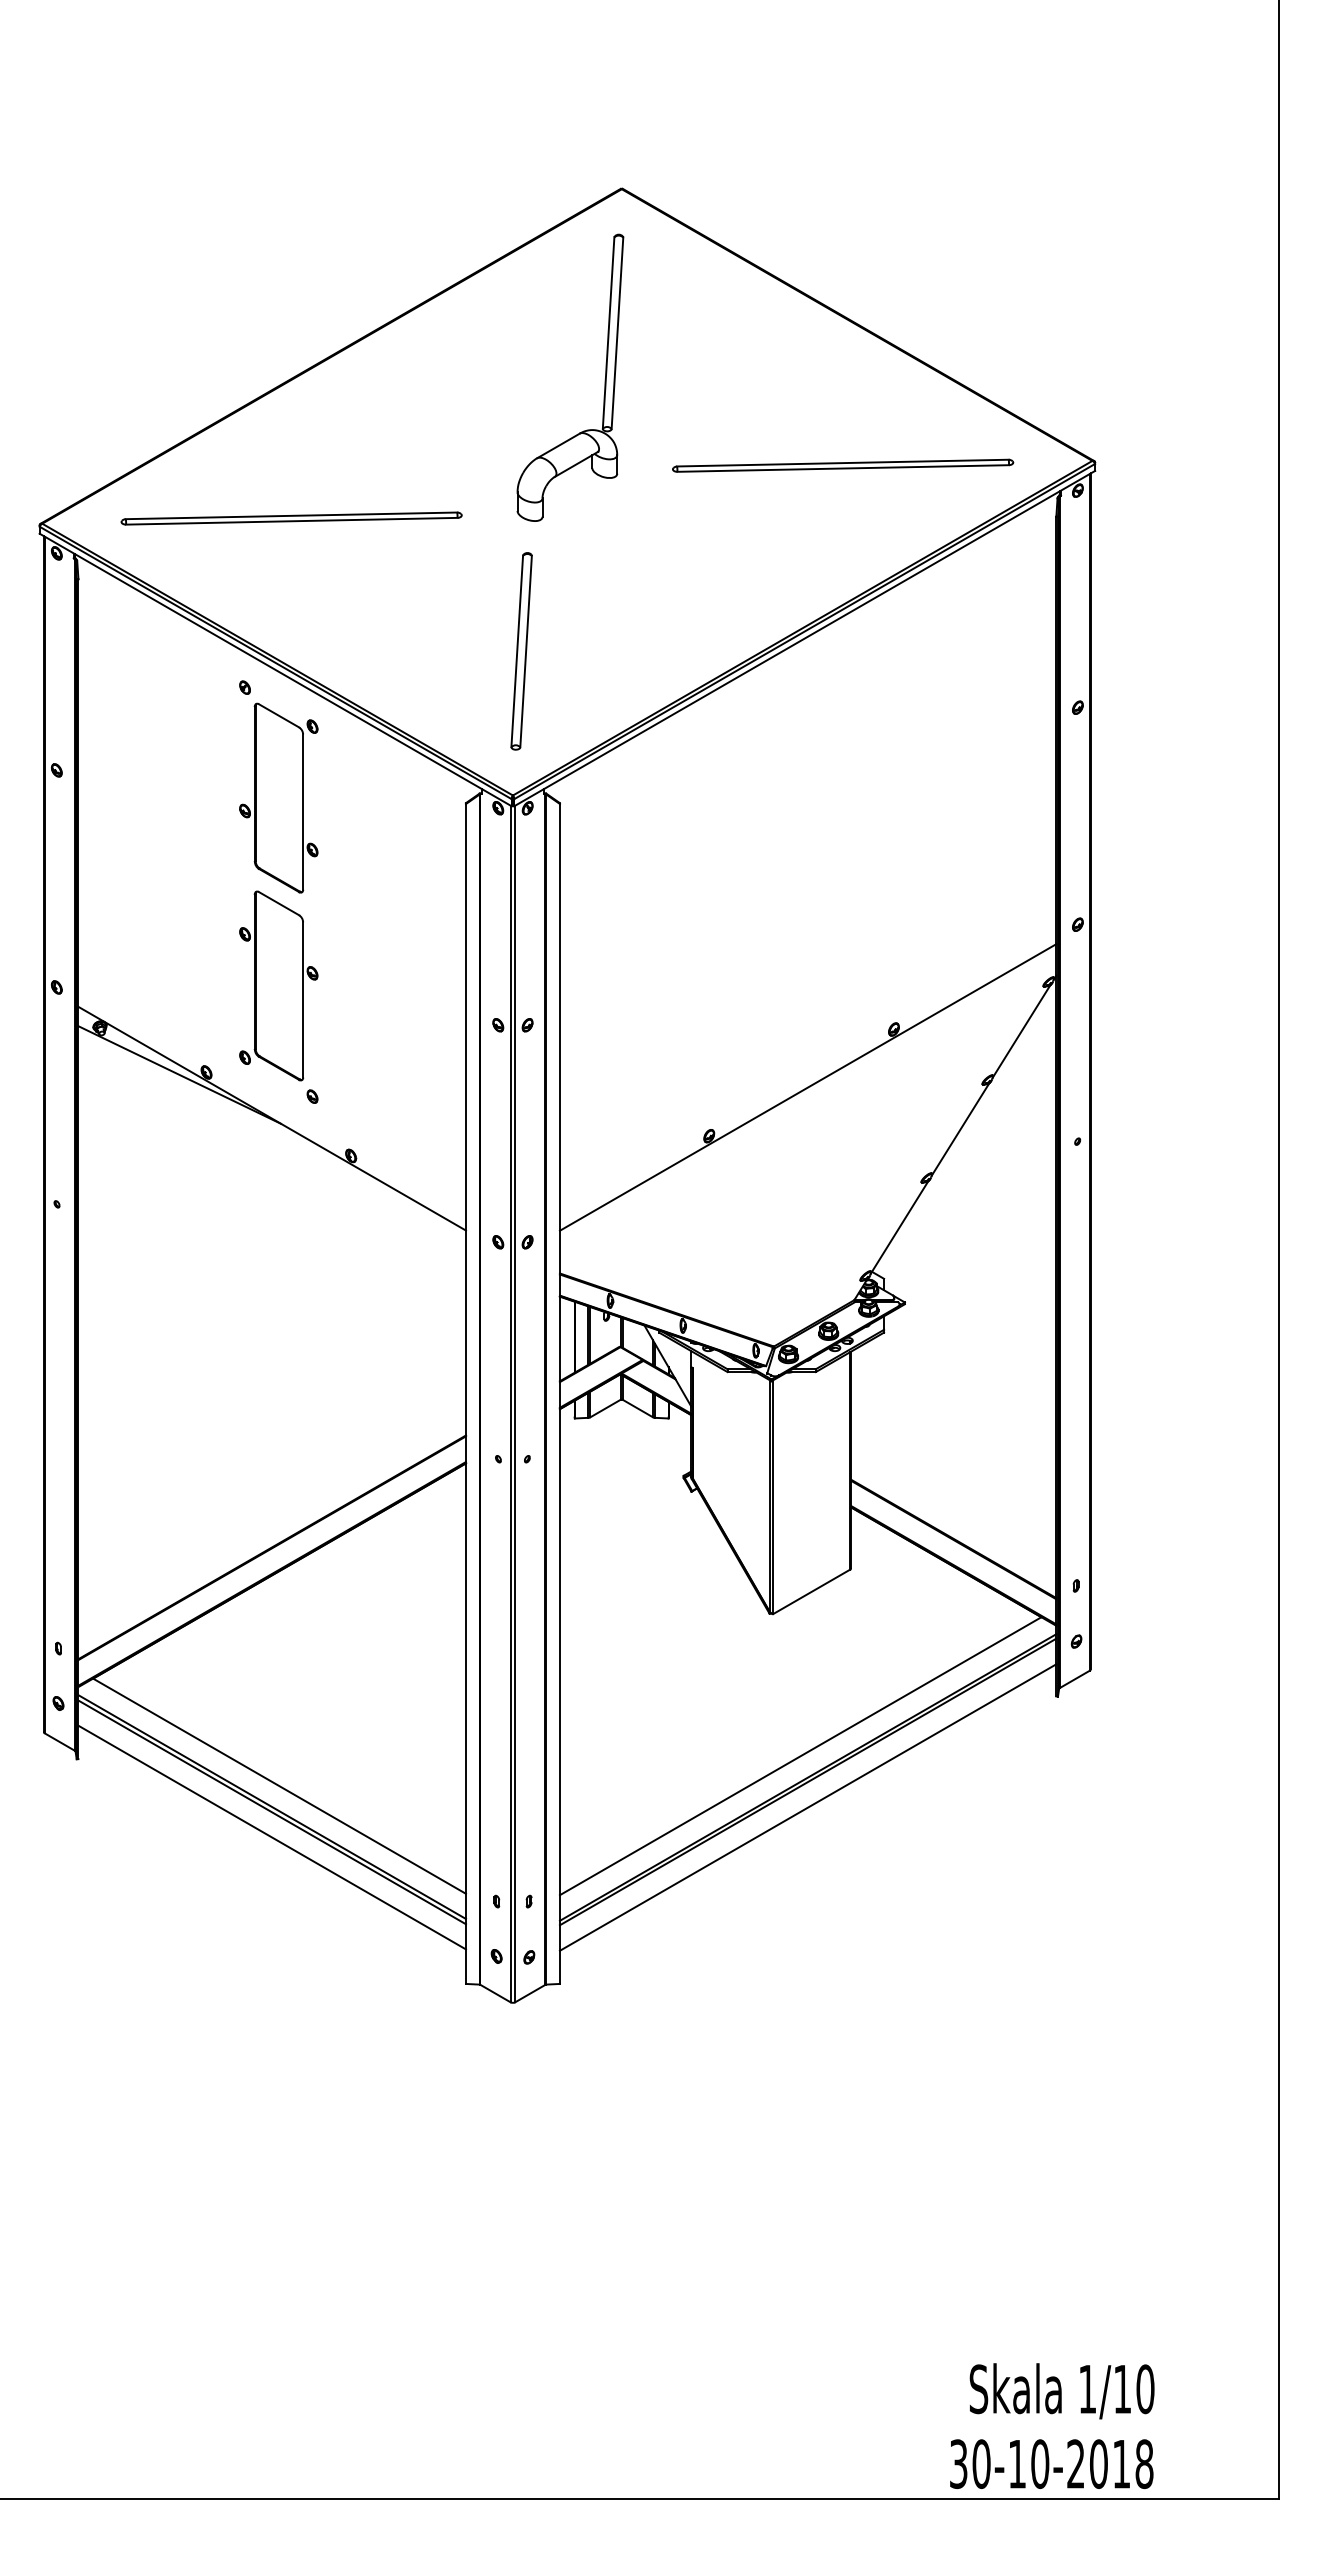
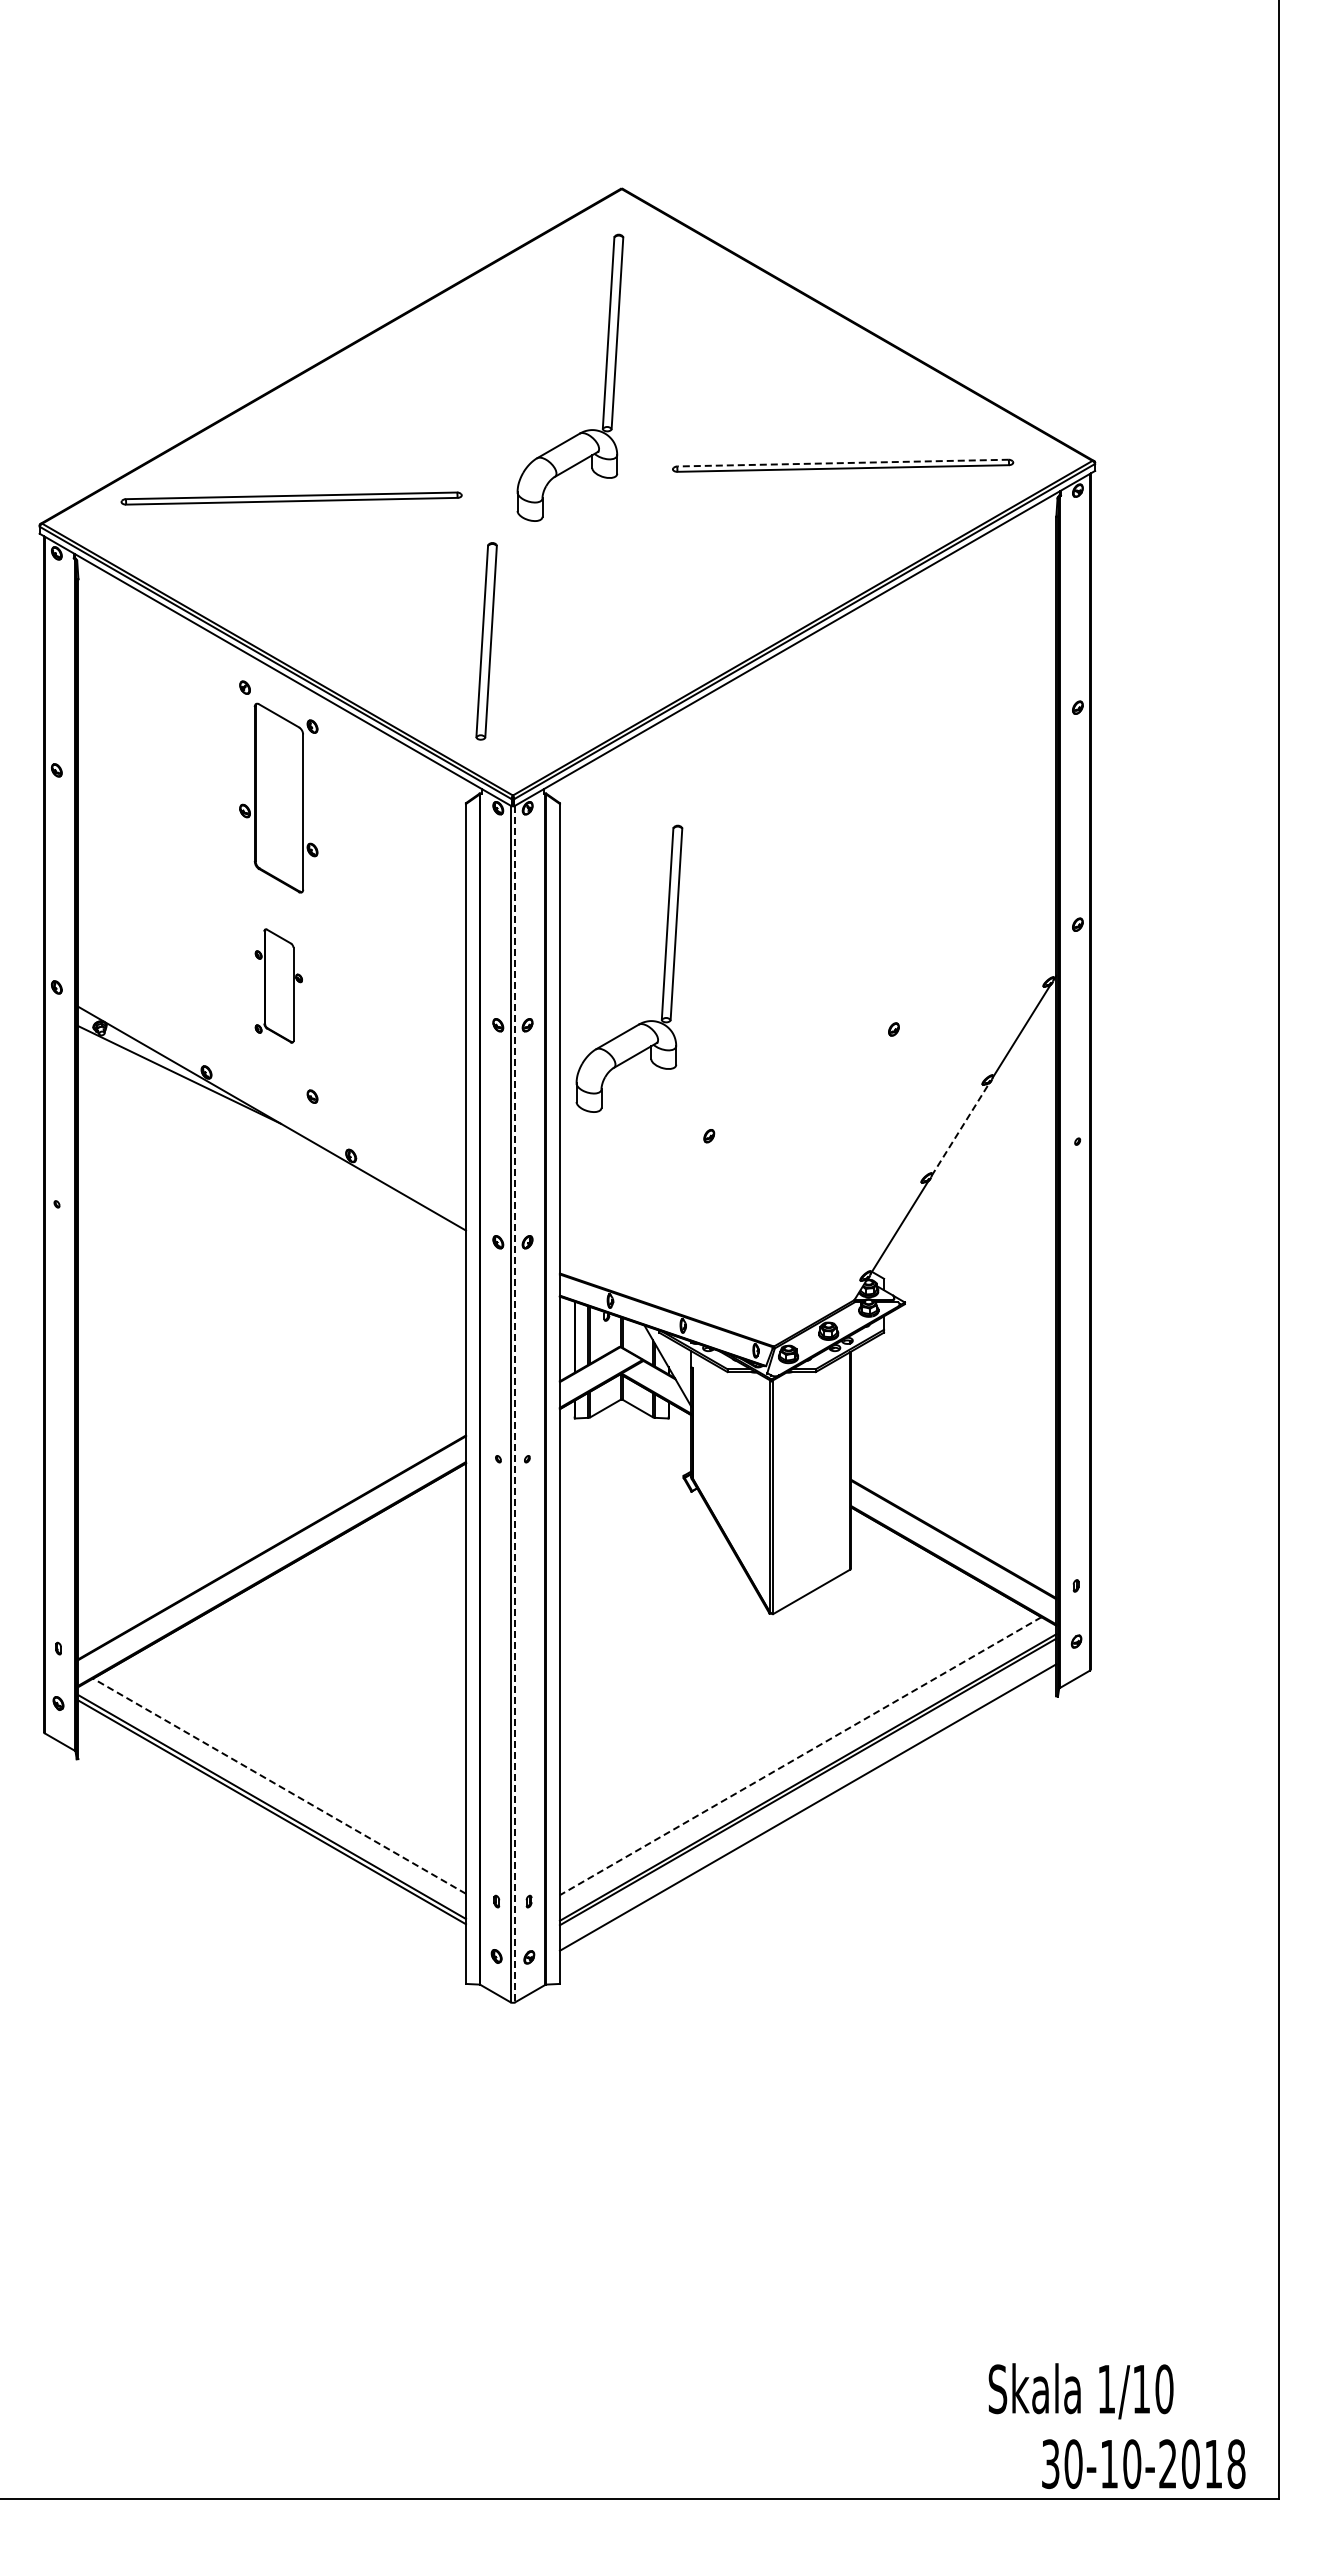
line at (843, 463): solid -> dashed
part at (291, 518) position: (291, 518) -> (291, 498)
part at (521, 651) position: (521, 651) -> (486, 641)
part at (663, 970): none -> present
part at (278, 985) size: 80x192 px -> 49x116 px
line at (807, 1087): present -> none
line at (960, 1129): solid -> dashed
line at (515, 1404): solid -> dashed
line at (800, 1756): solid -> dashed
line at (279, 1785): solid -> dashed
line at (271, 1837): present -> none
text at (1061, 2391) position: (1061, 2391) -> (1080, 2391)
text at (1051, 2463) position: (1051, 2463) -> (1143, 2463)
